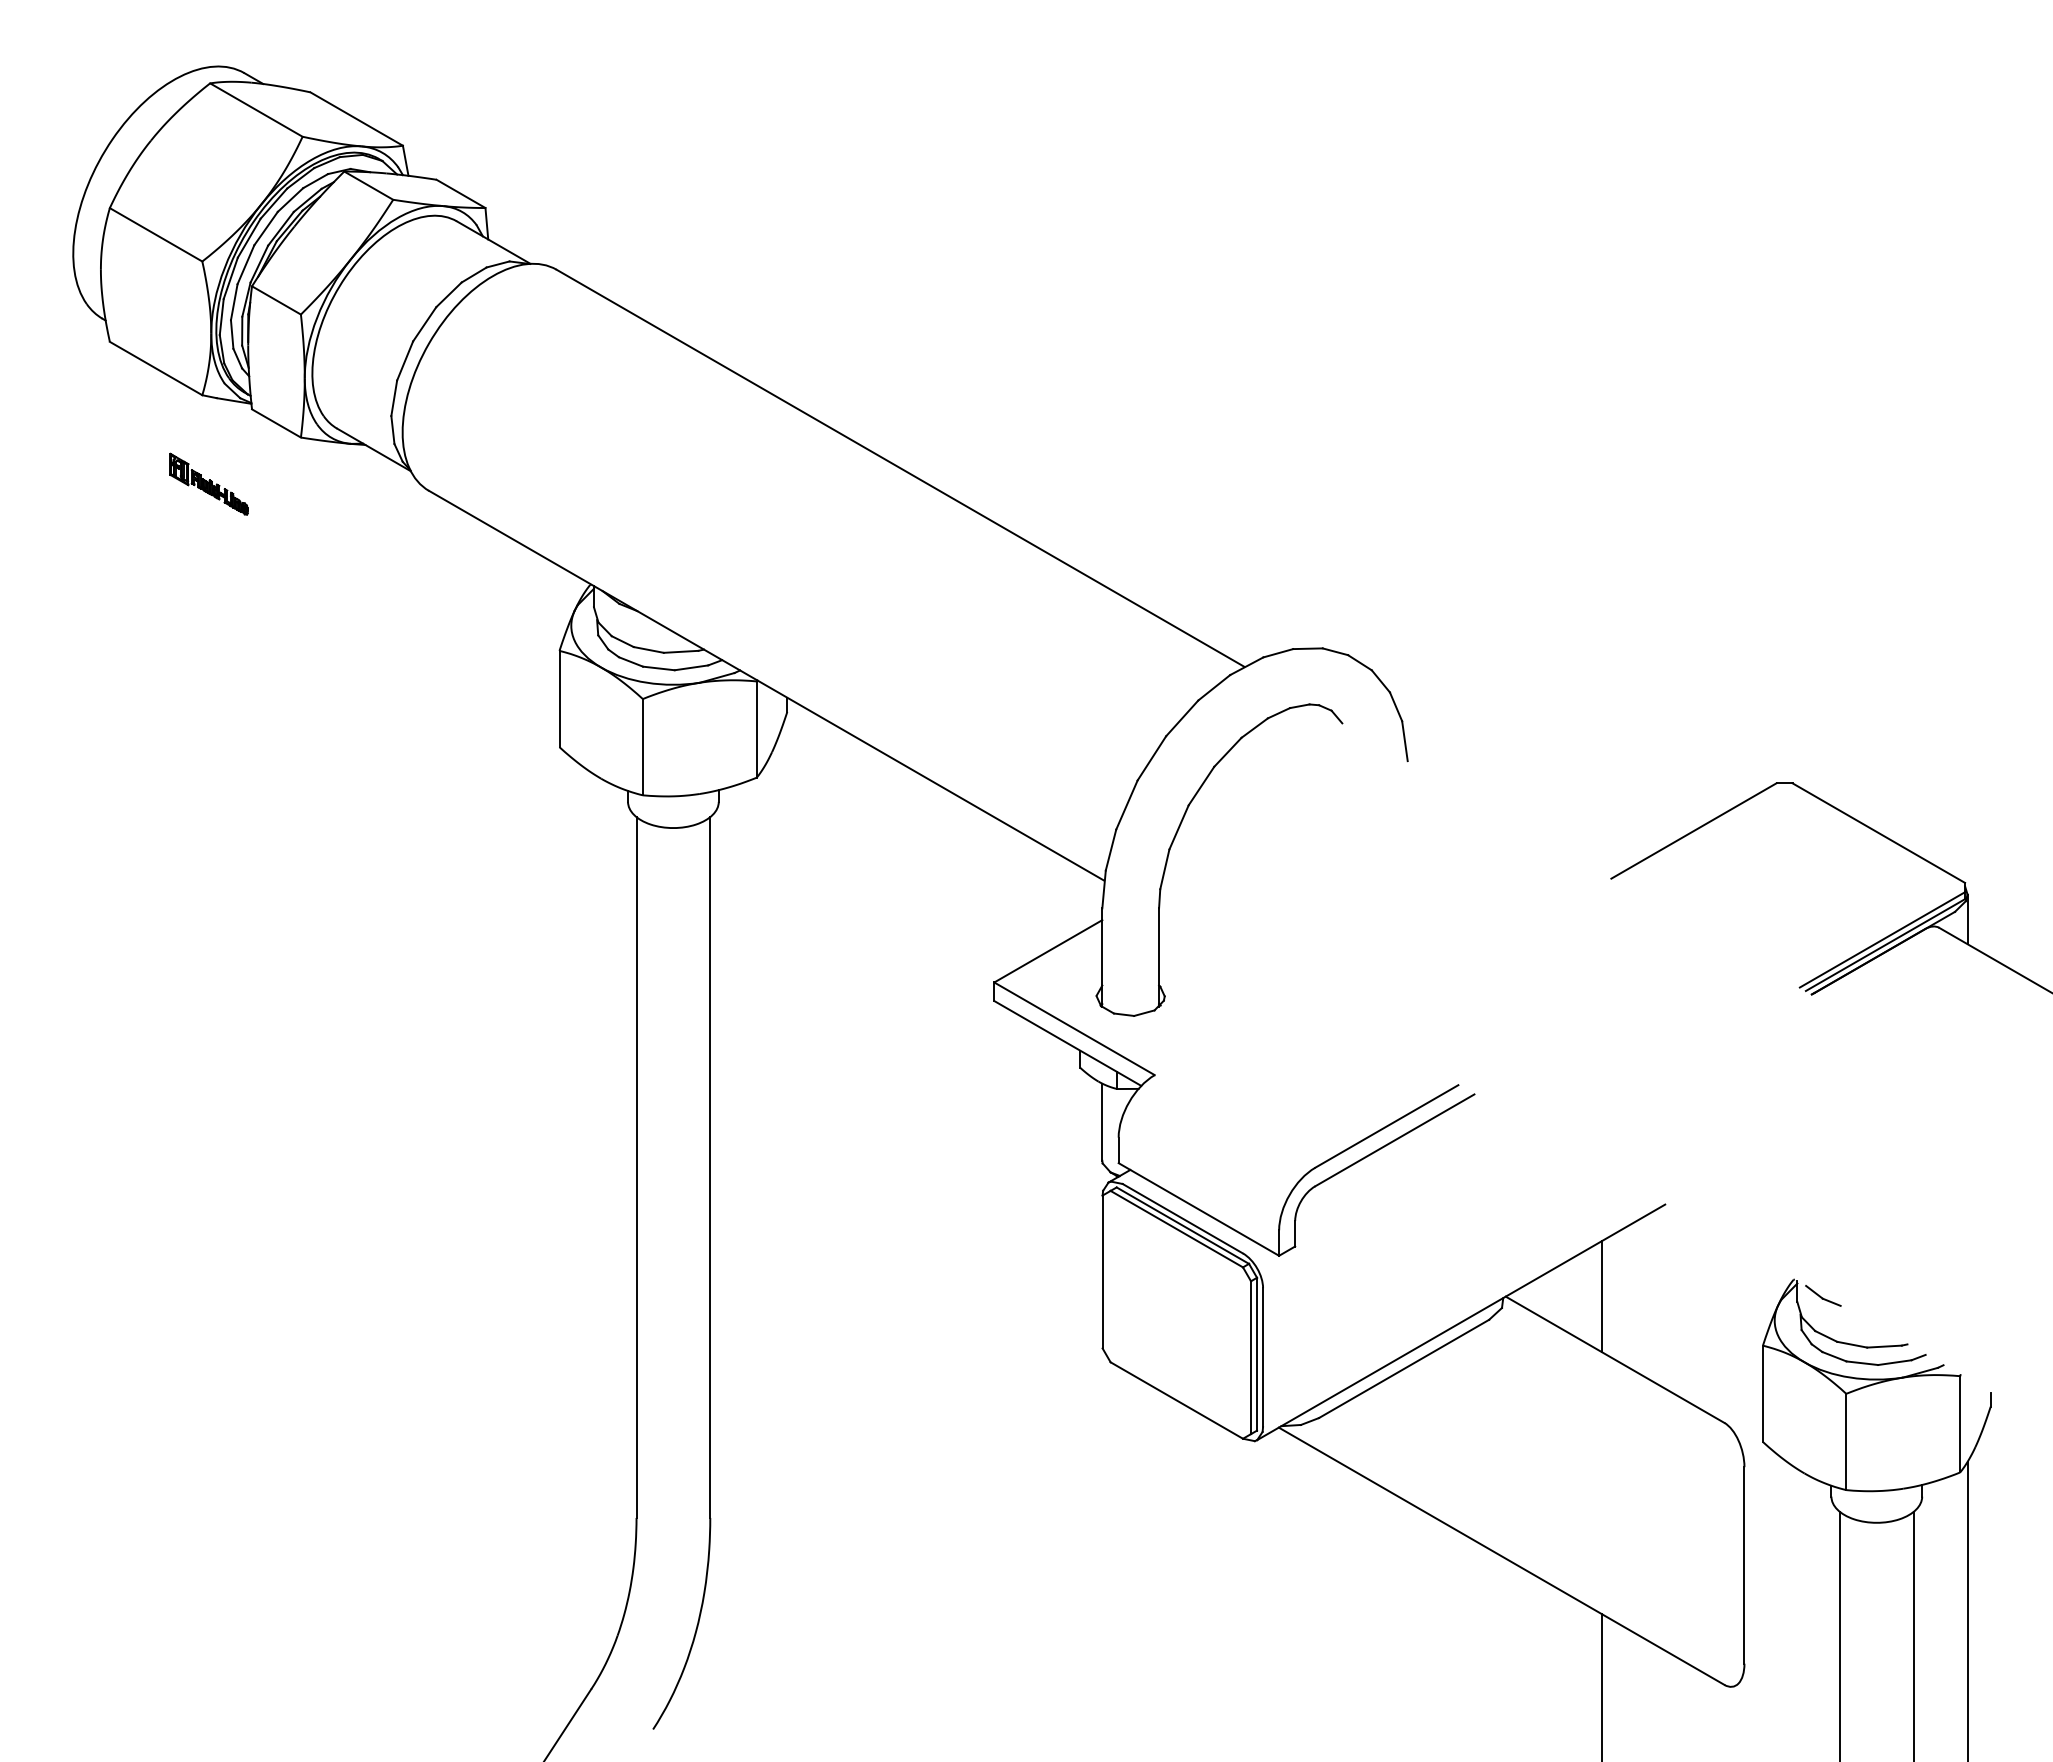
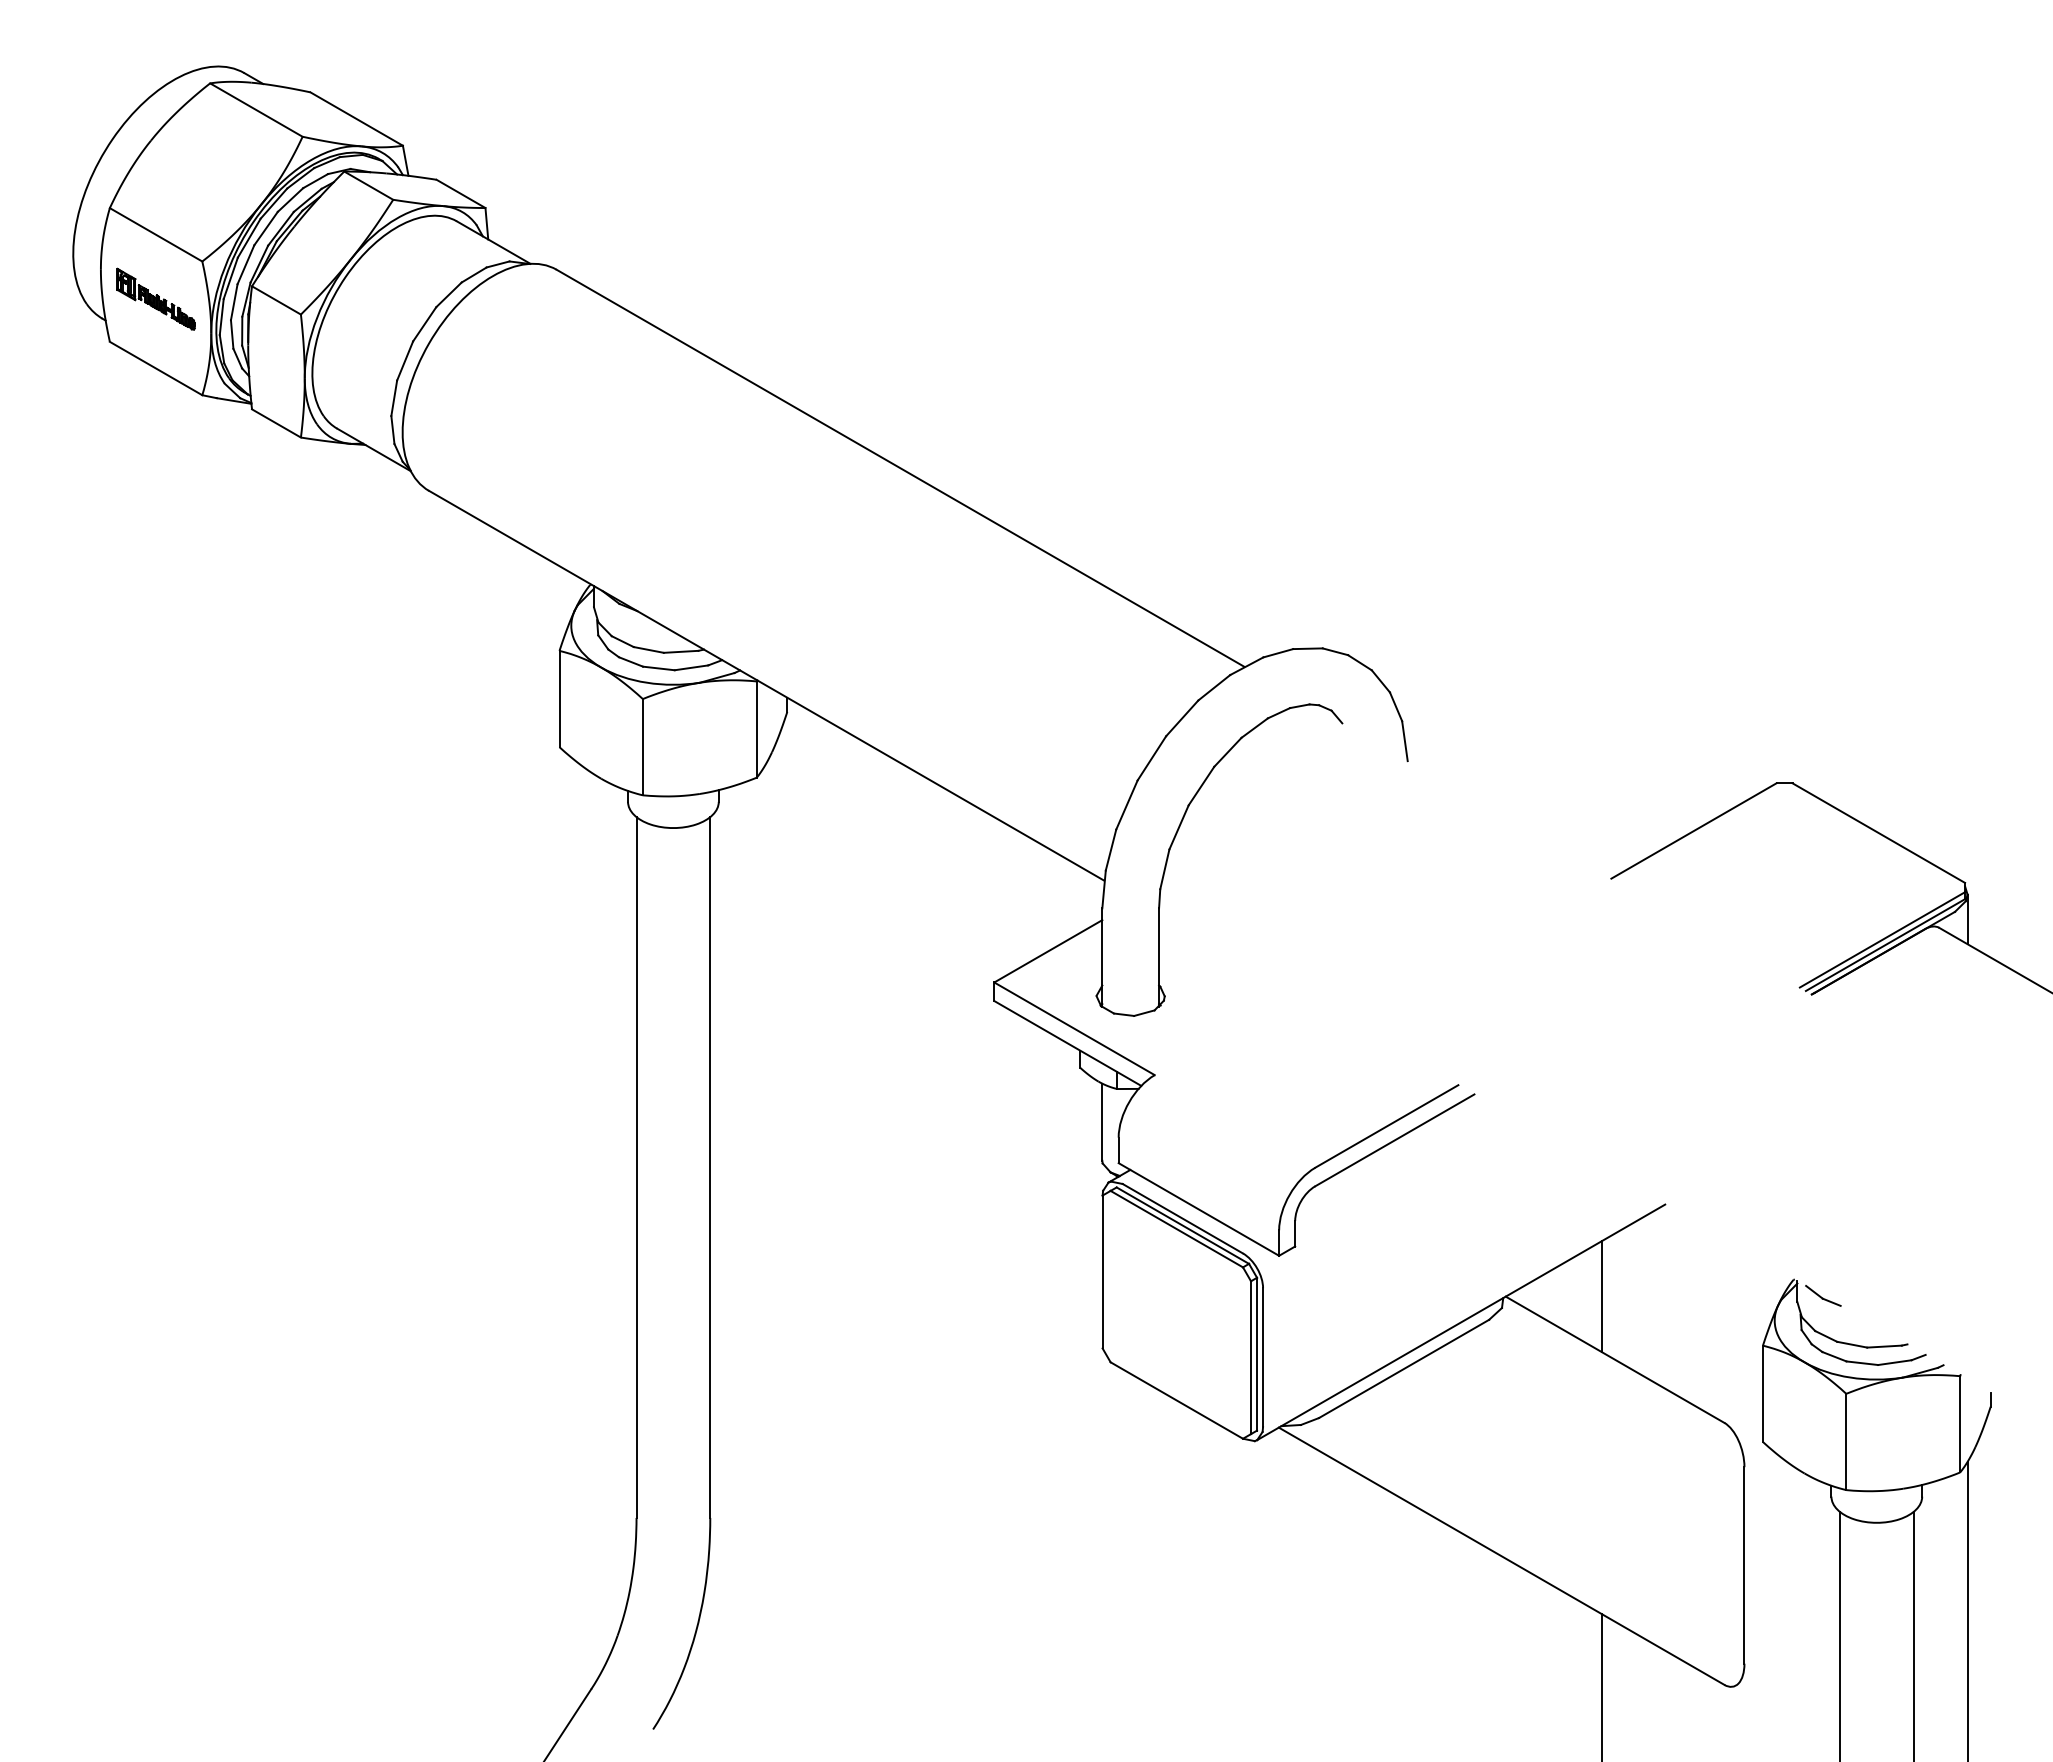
part at (208, 483) position: (208, 483) -> (155, 298)
